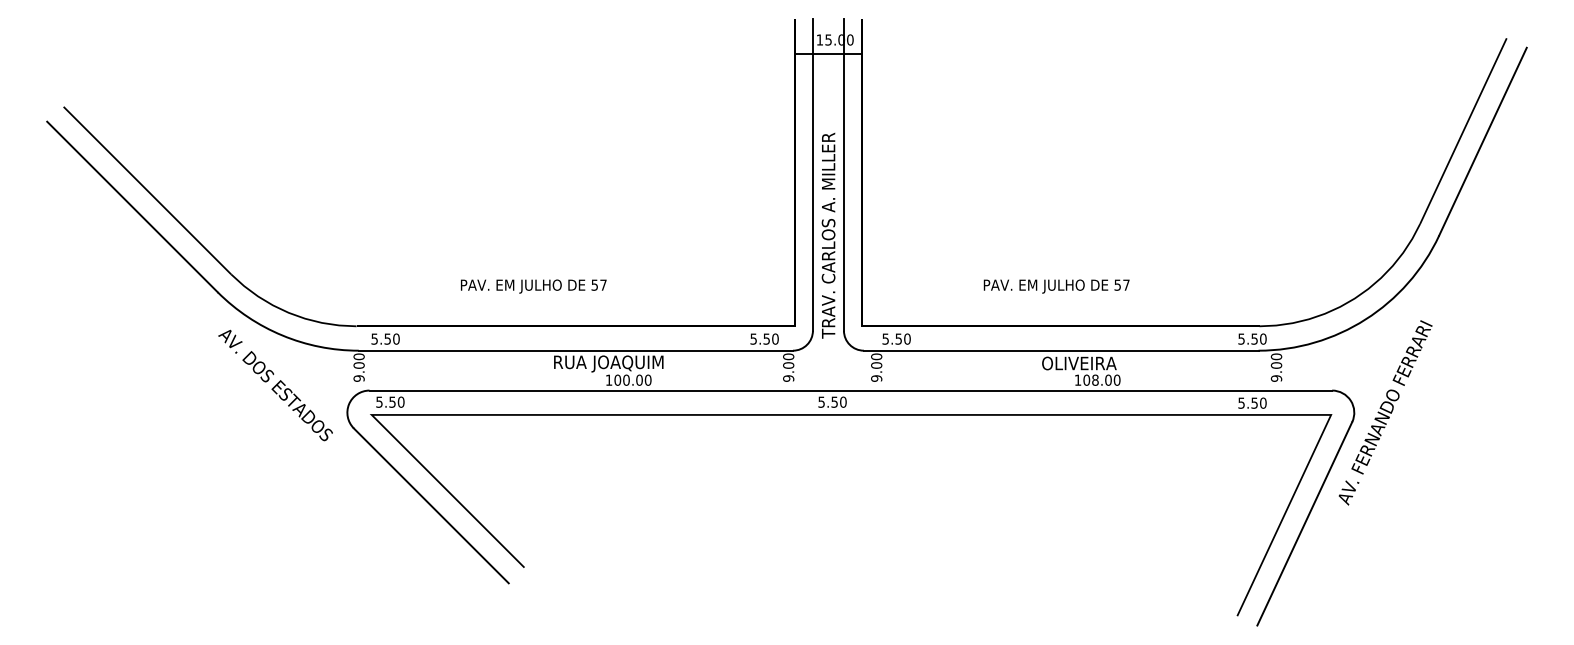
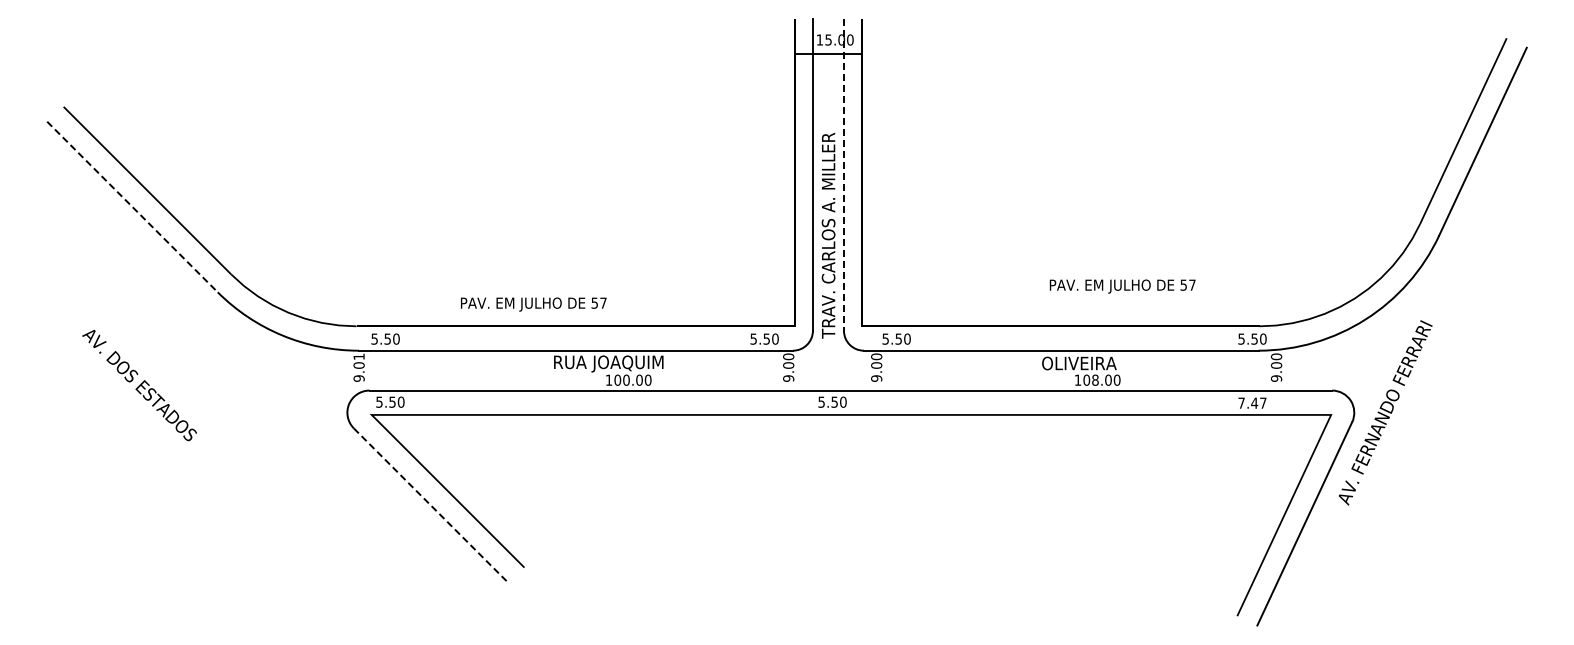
line at (843, 175): solid -> dashed
line at (132, 207): solid -> dashed
text at (533, 286) position: (533, 286) -> (533, 304)
text at (1056, 286) position: (1056, 286) -> (1122, 286)
text at (358, 356): 9.00 -> 9.01
text at (275, 385) position: (275, 385) -> (139, 385)
text at (1252, 402): 5.50 -> 7.47
line at (431, 505): solid -> dashed
